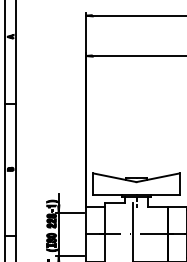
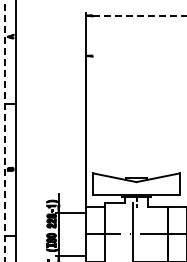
line at (139, 15): solid -> dashed
line at (137, 56): present -> none
line at (4, 131): solid -> dashed
